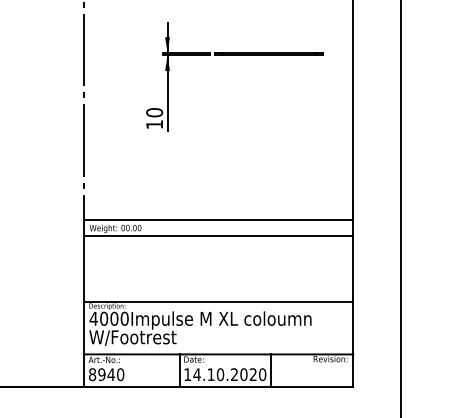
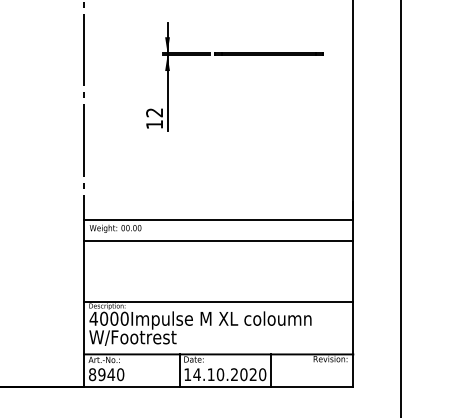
text at (154, 112): 10 -> 12
line at (218, 235) position: (218, 235) -> (218, 240)
